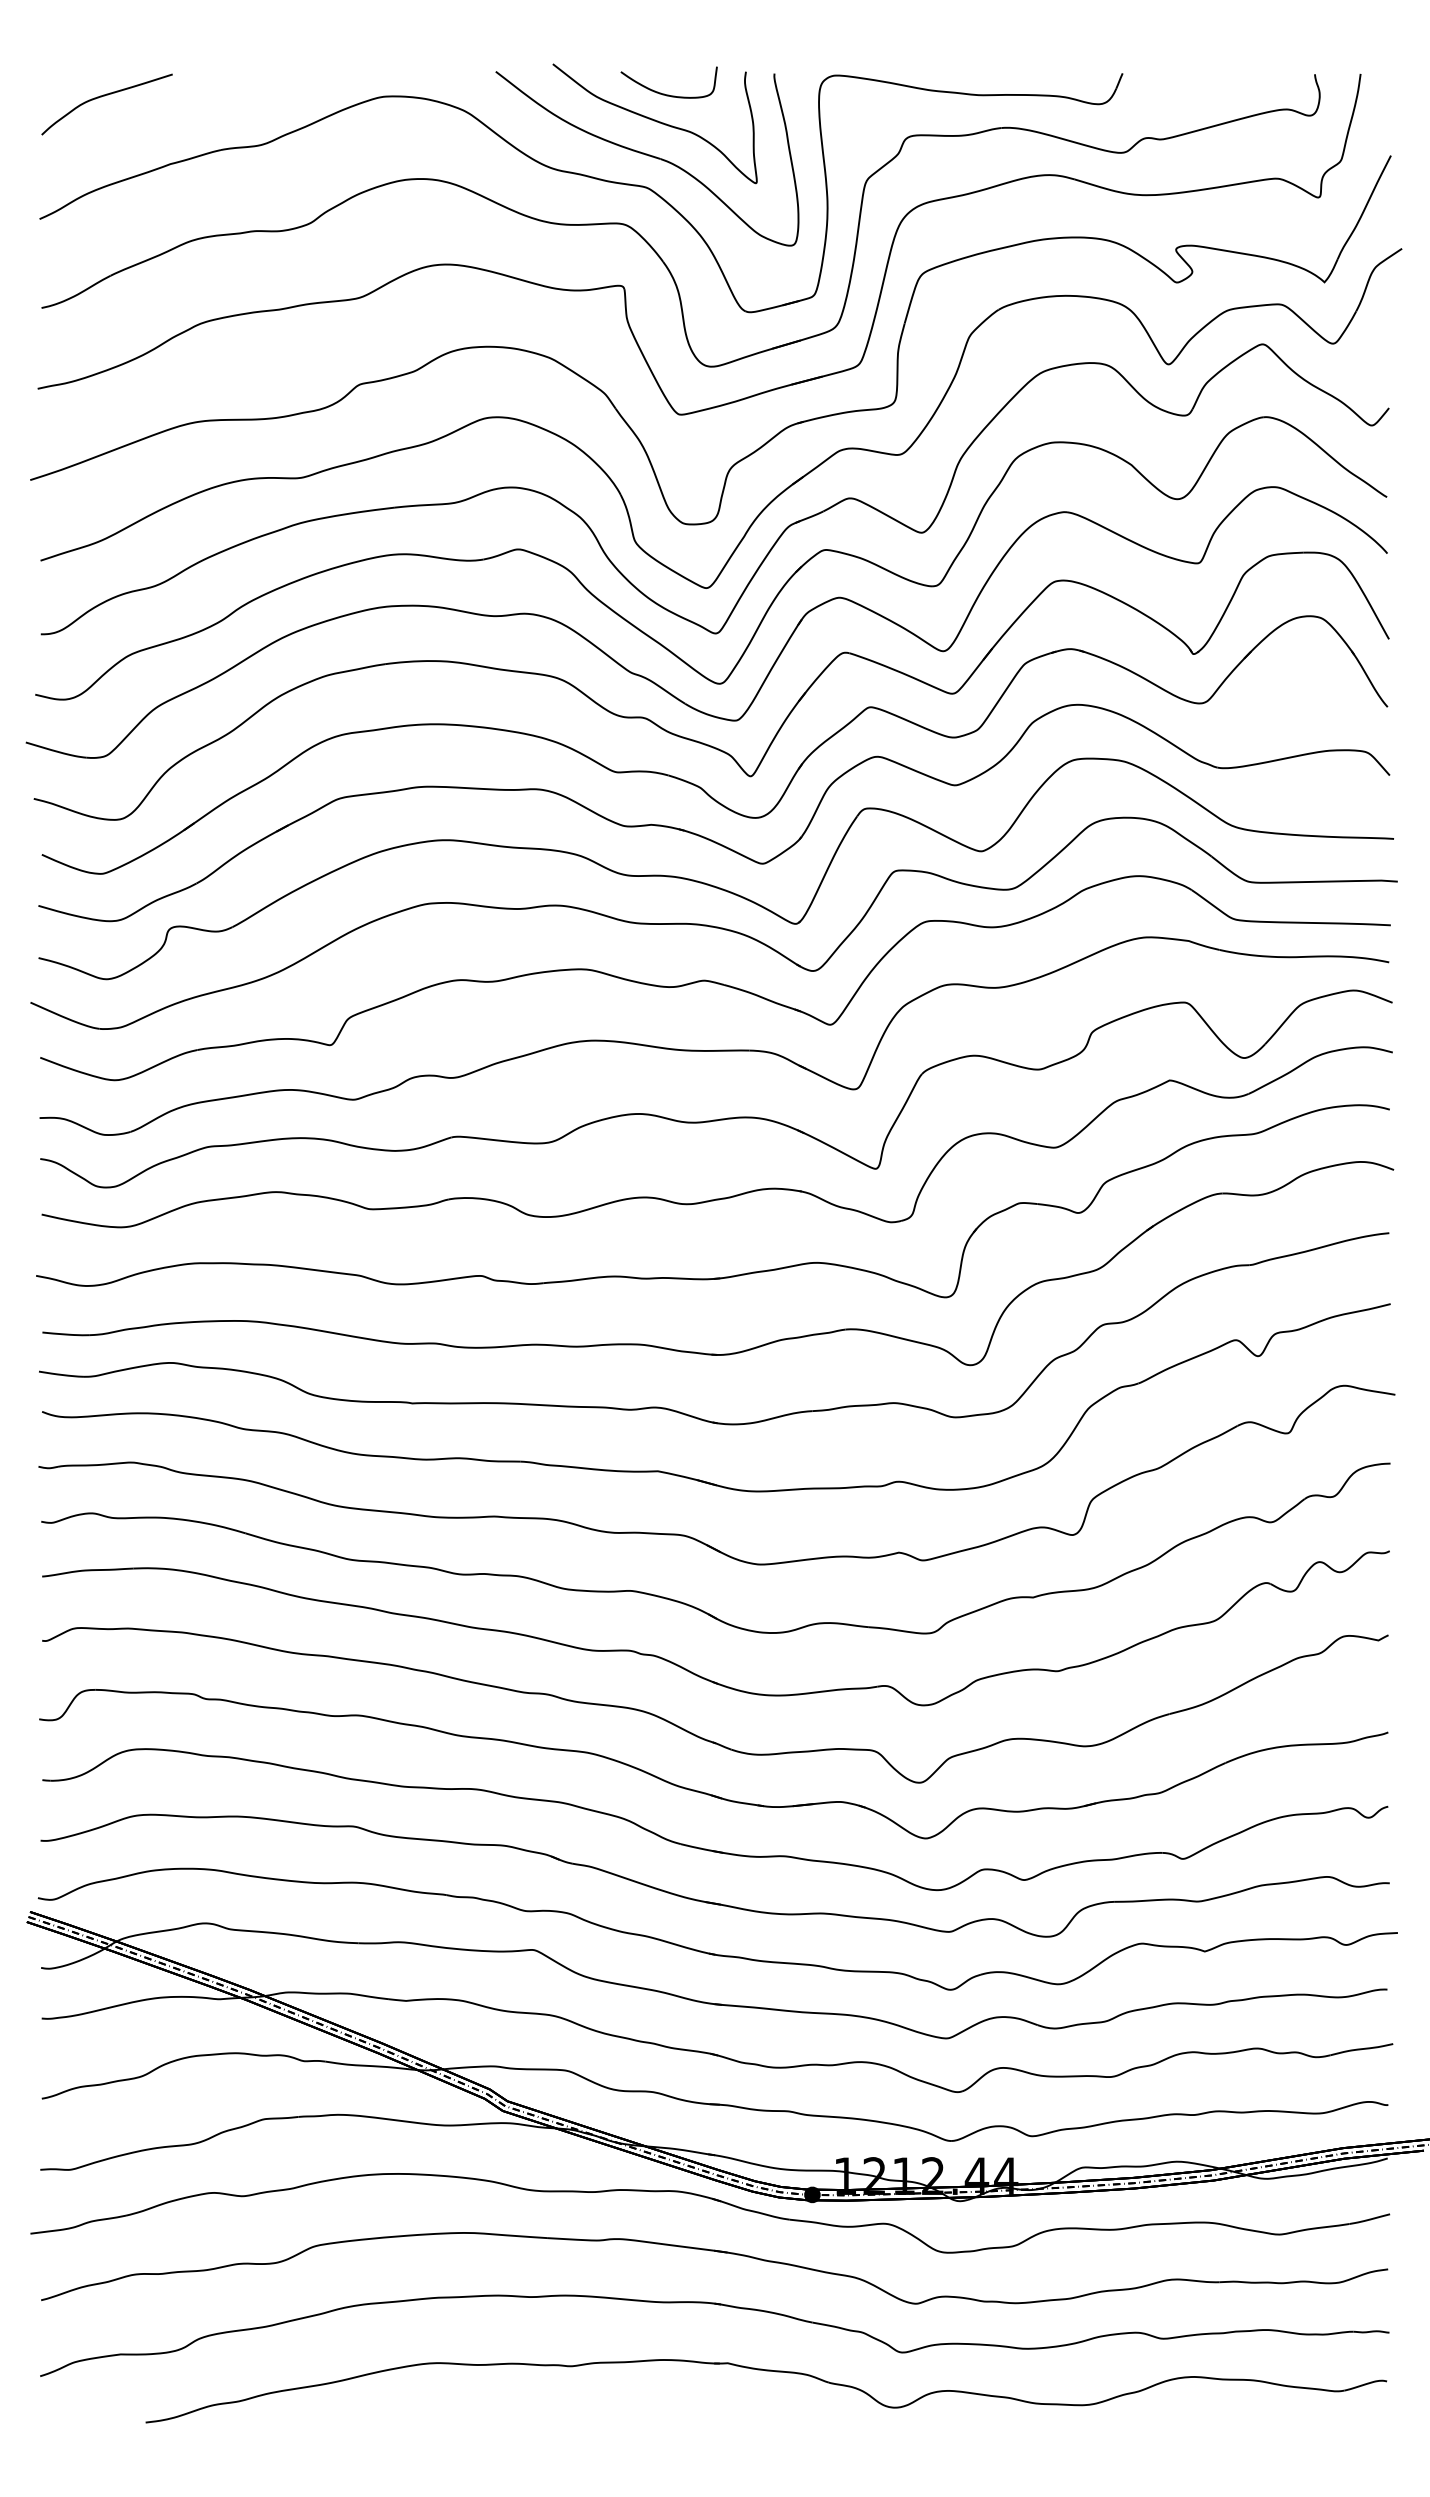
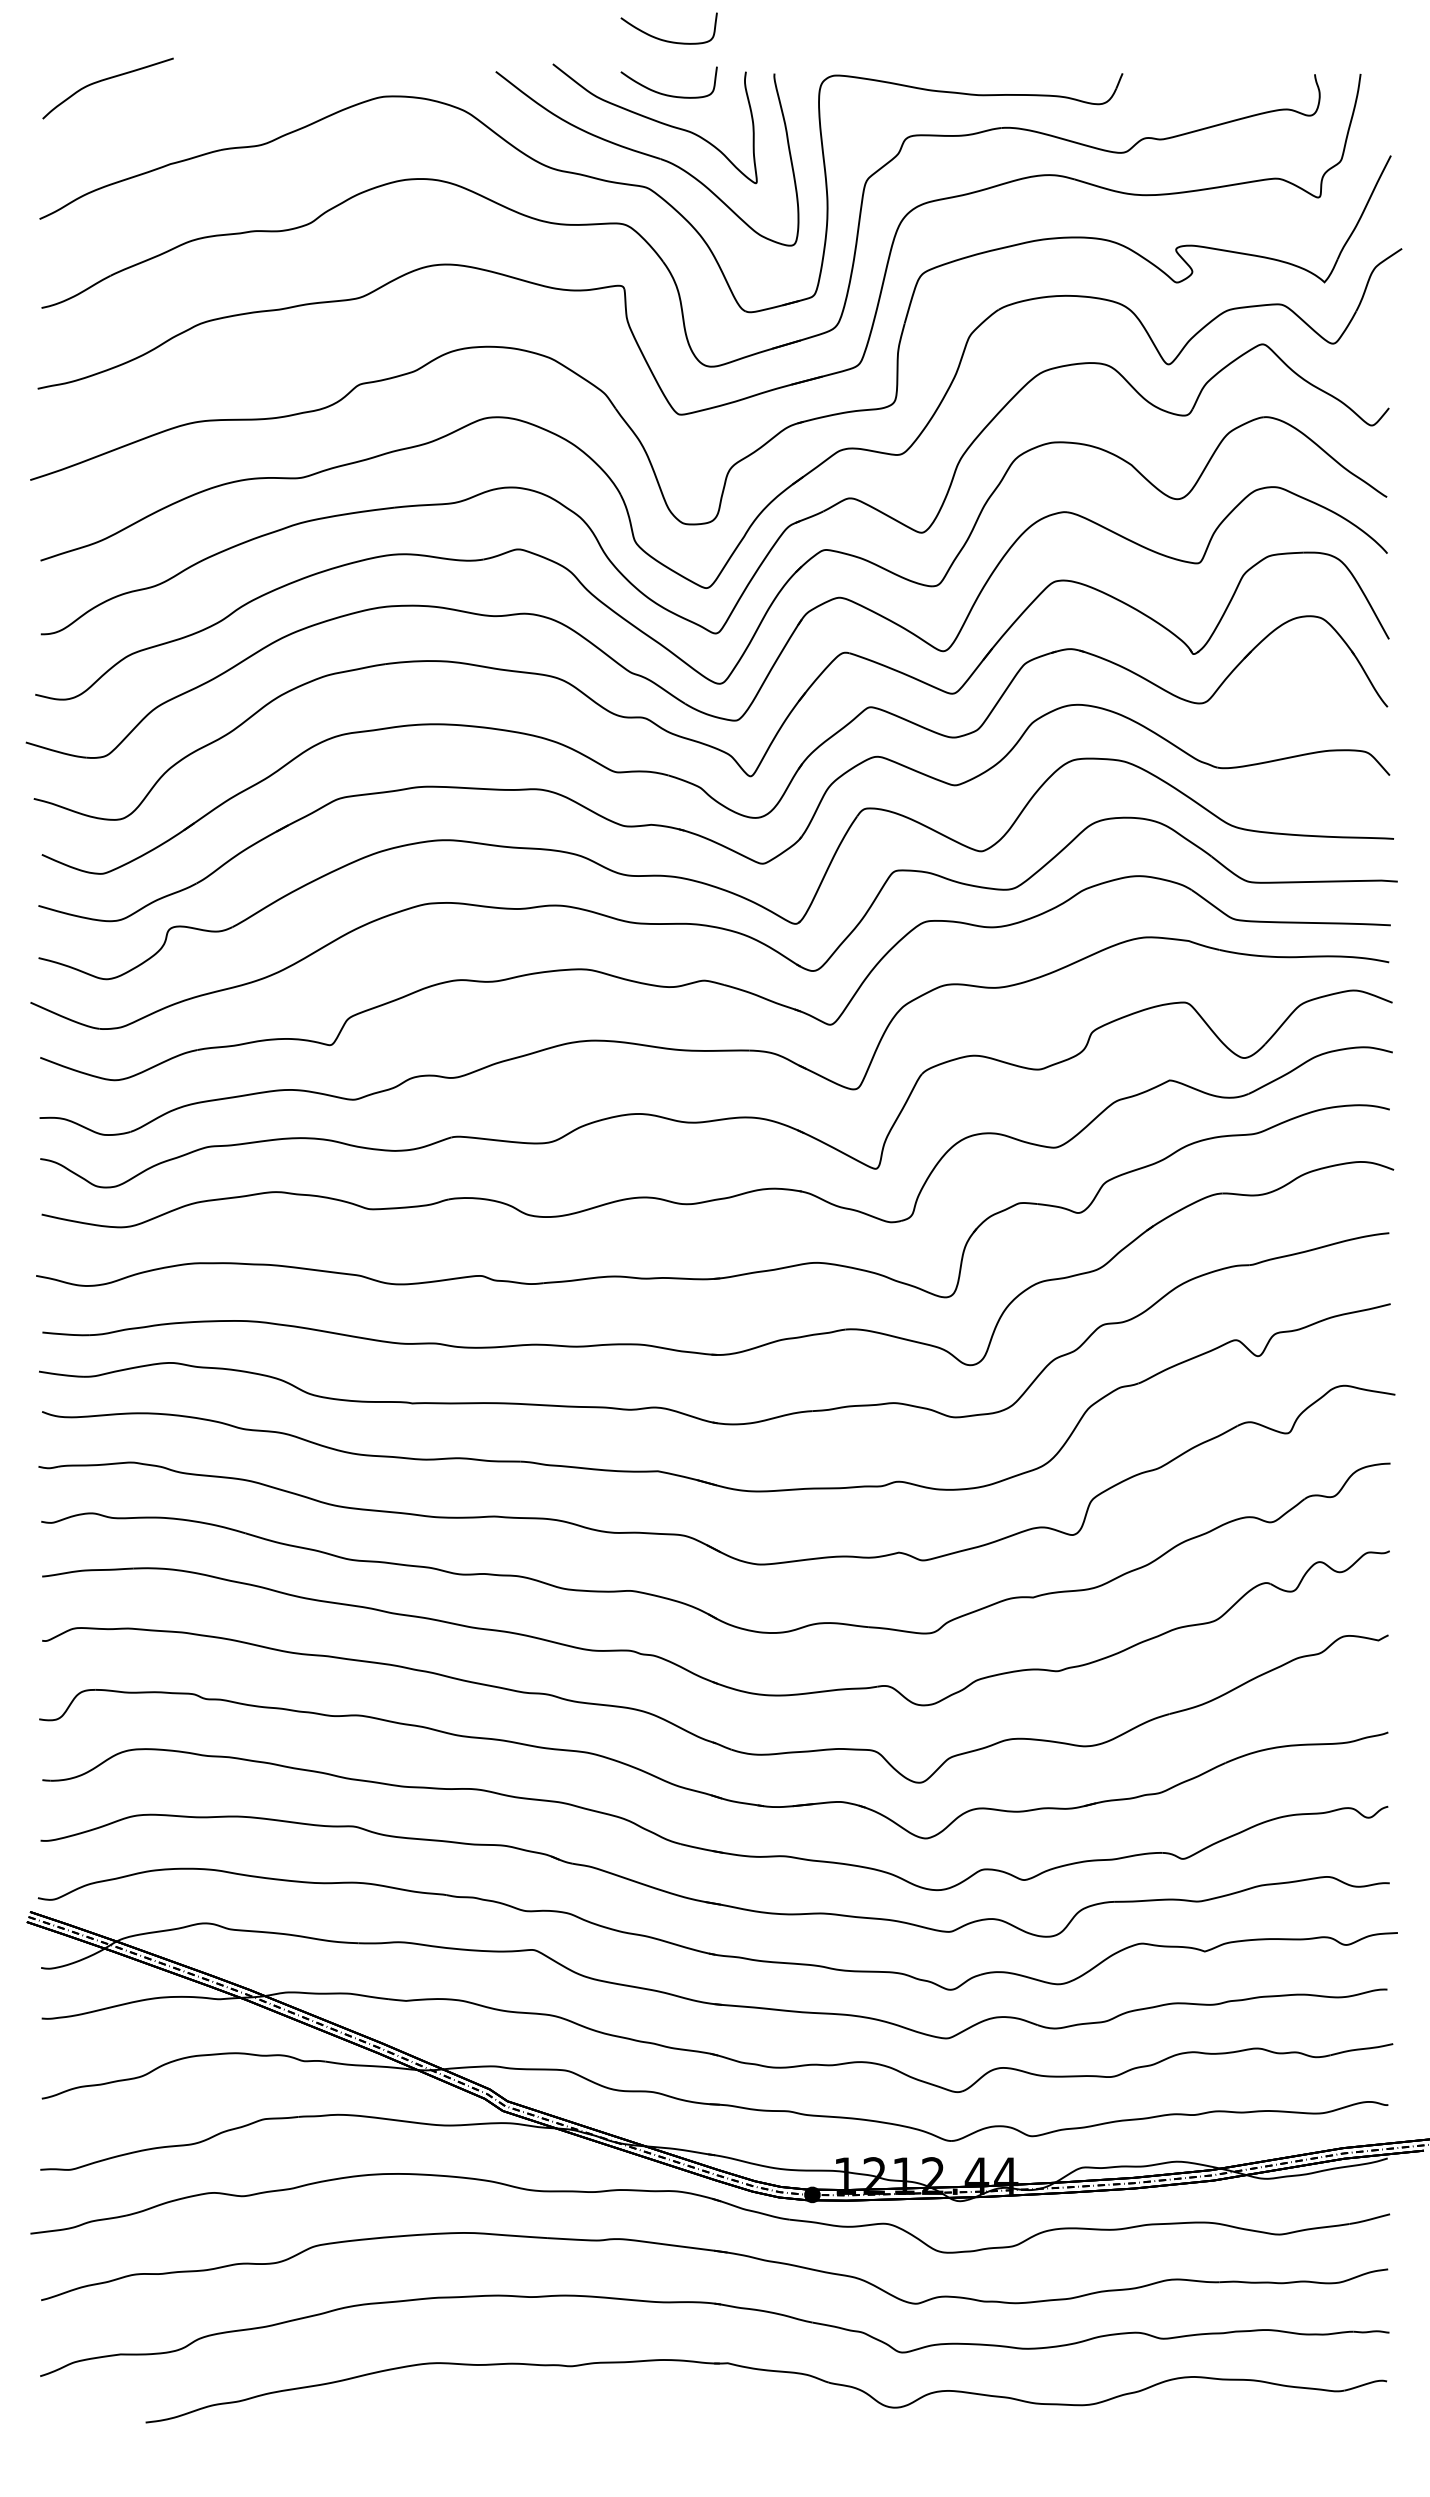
curve at (664, 39): none -> present
curve at (104, 96) position: (104, 96) -> (105, 80)
